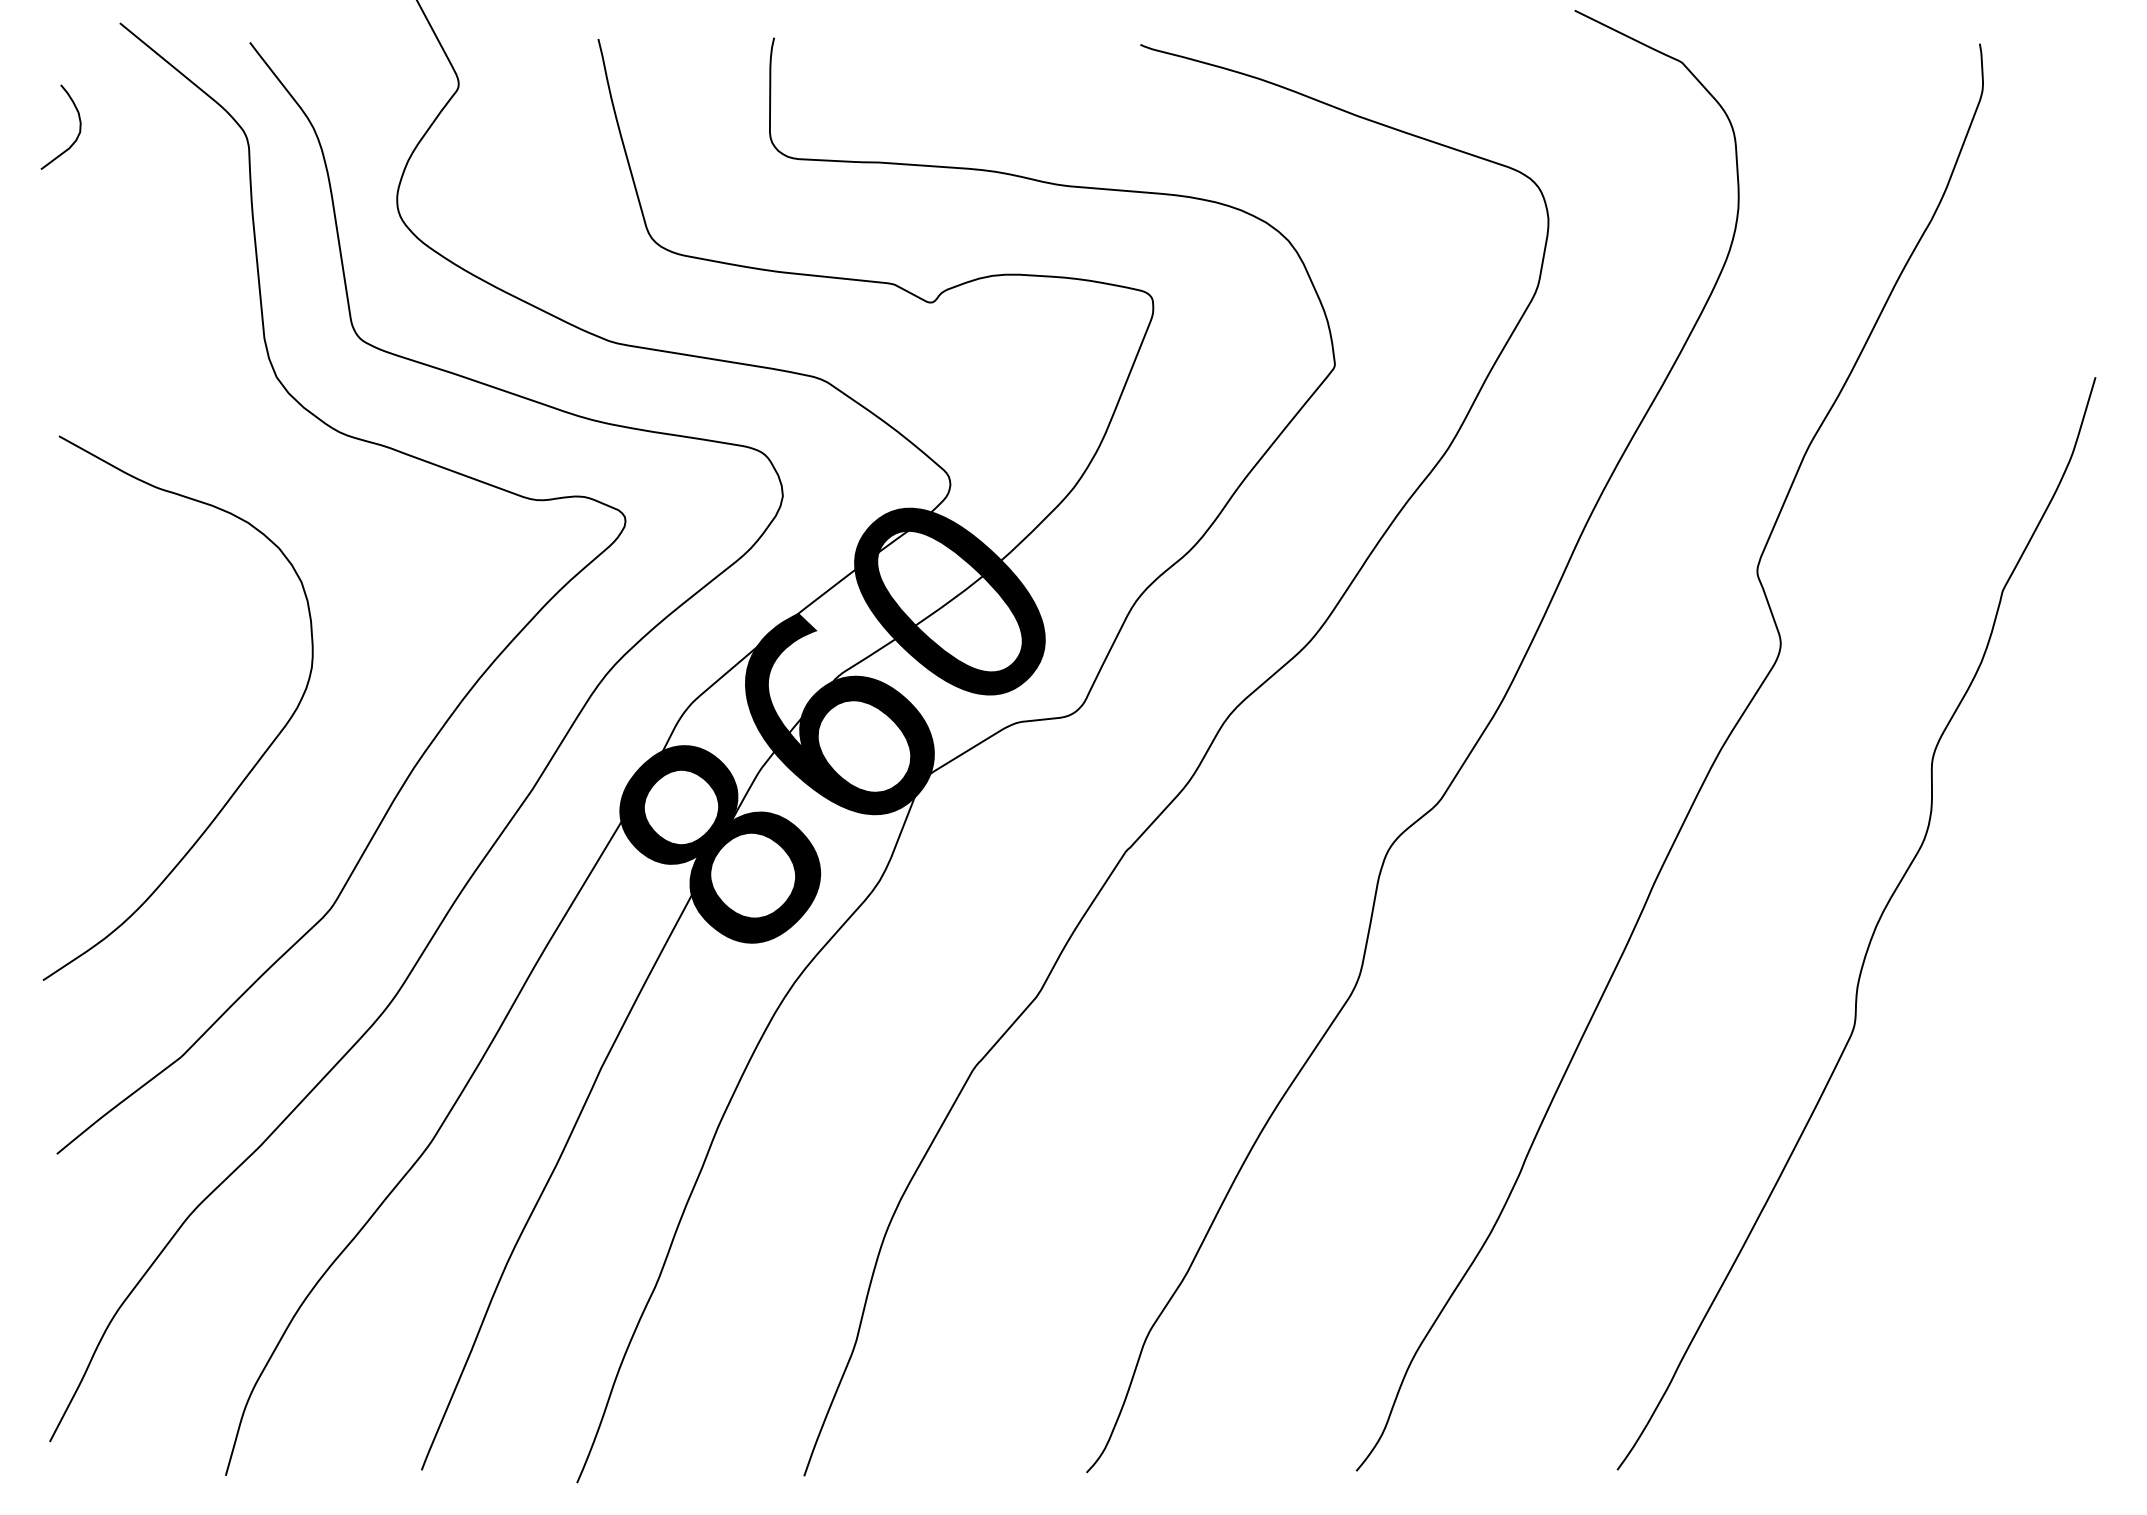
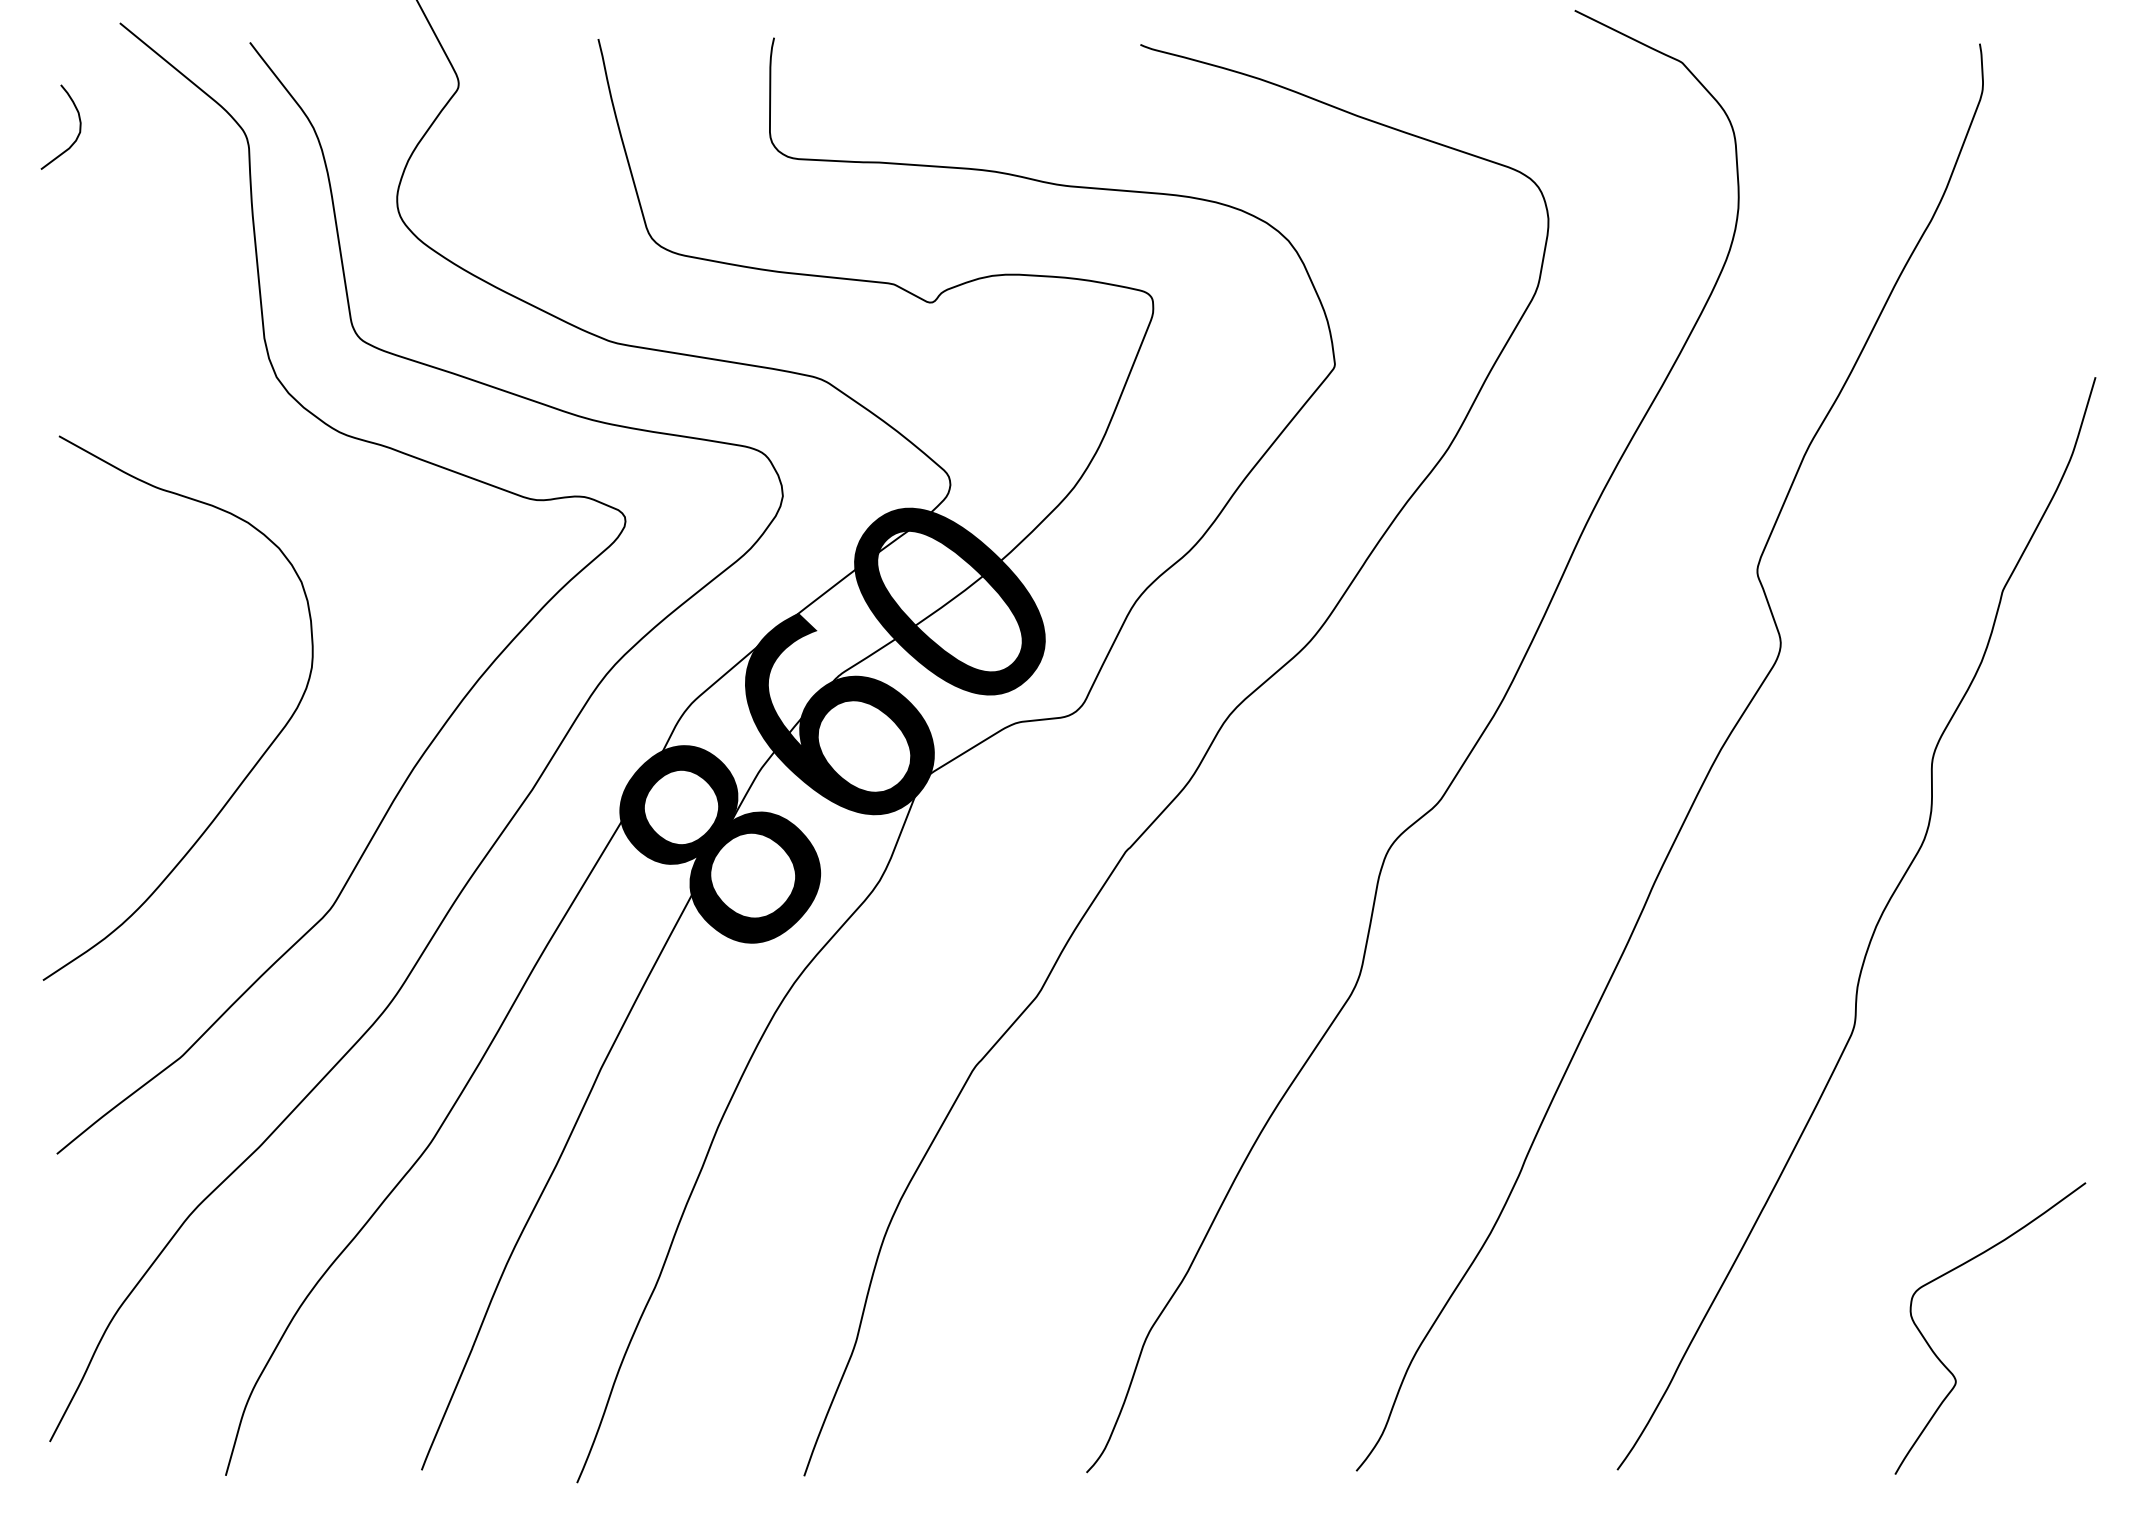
curve at (1949, 1369): none -> present
